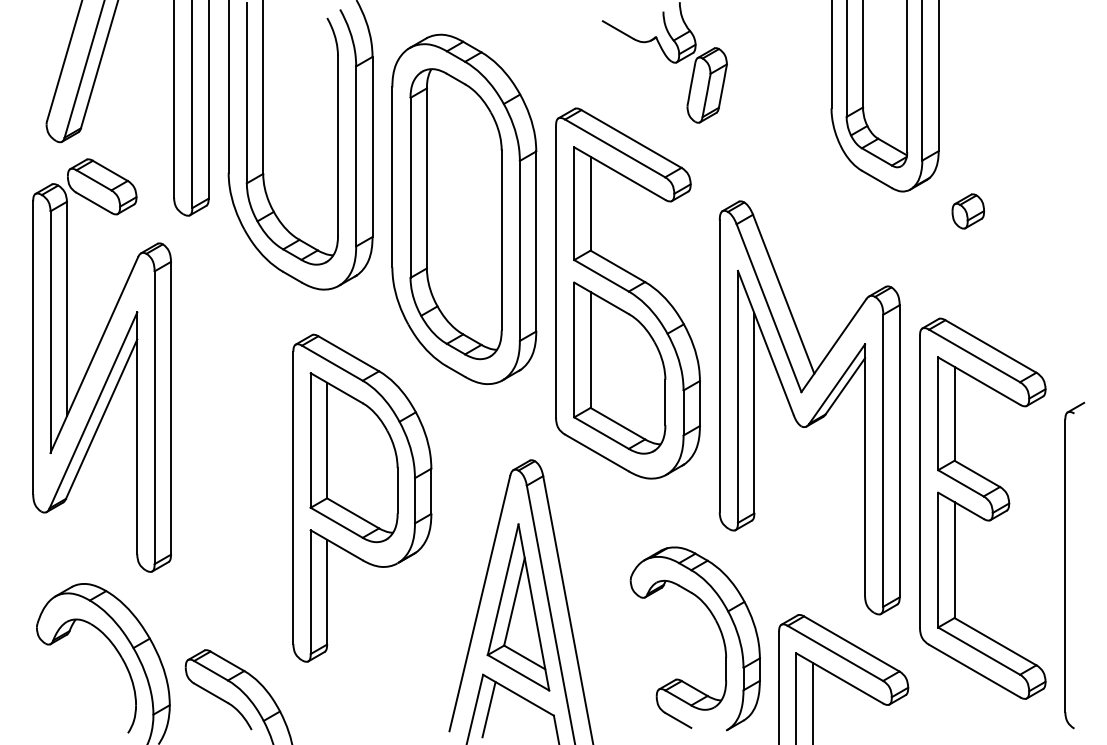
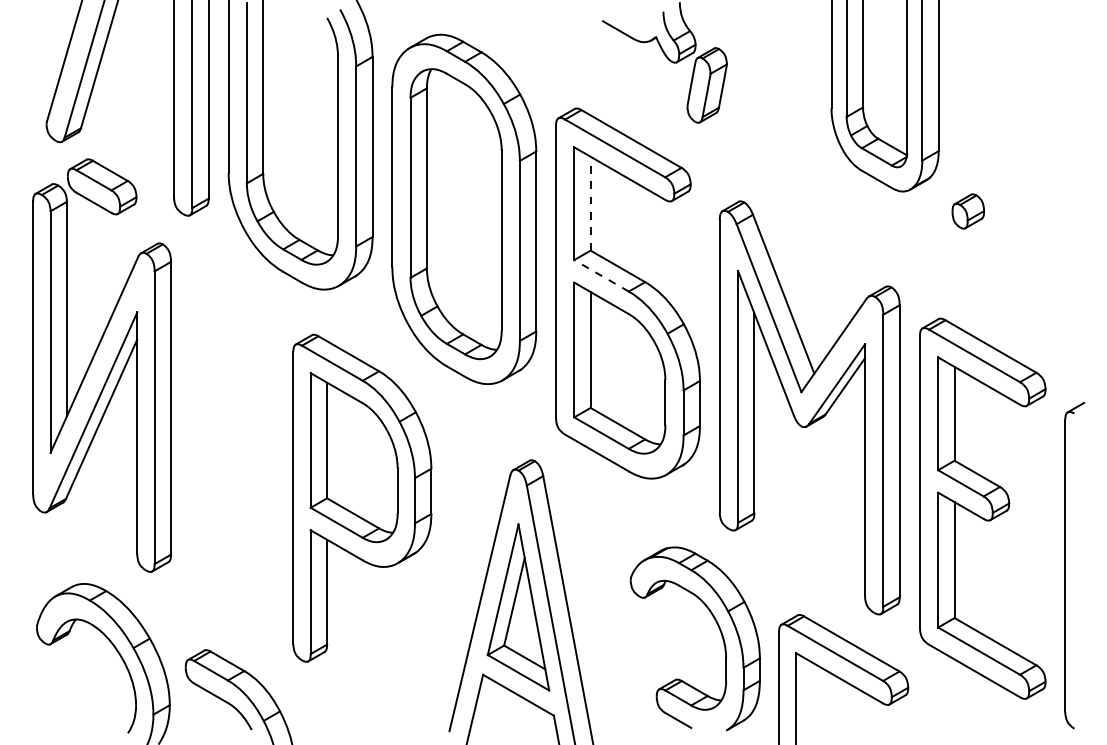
line at (590, 203): solid -> dashed
line at (601, 275): solid -> dashed
line at (812, 701): present -> none
line at (488, 709): present -> none
